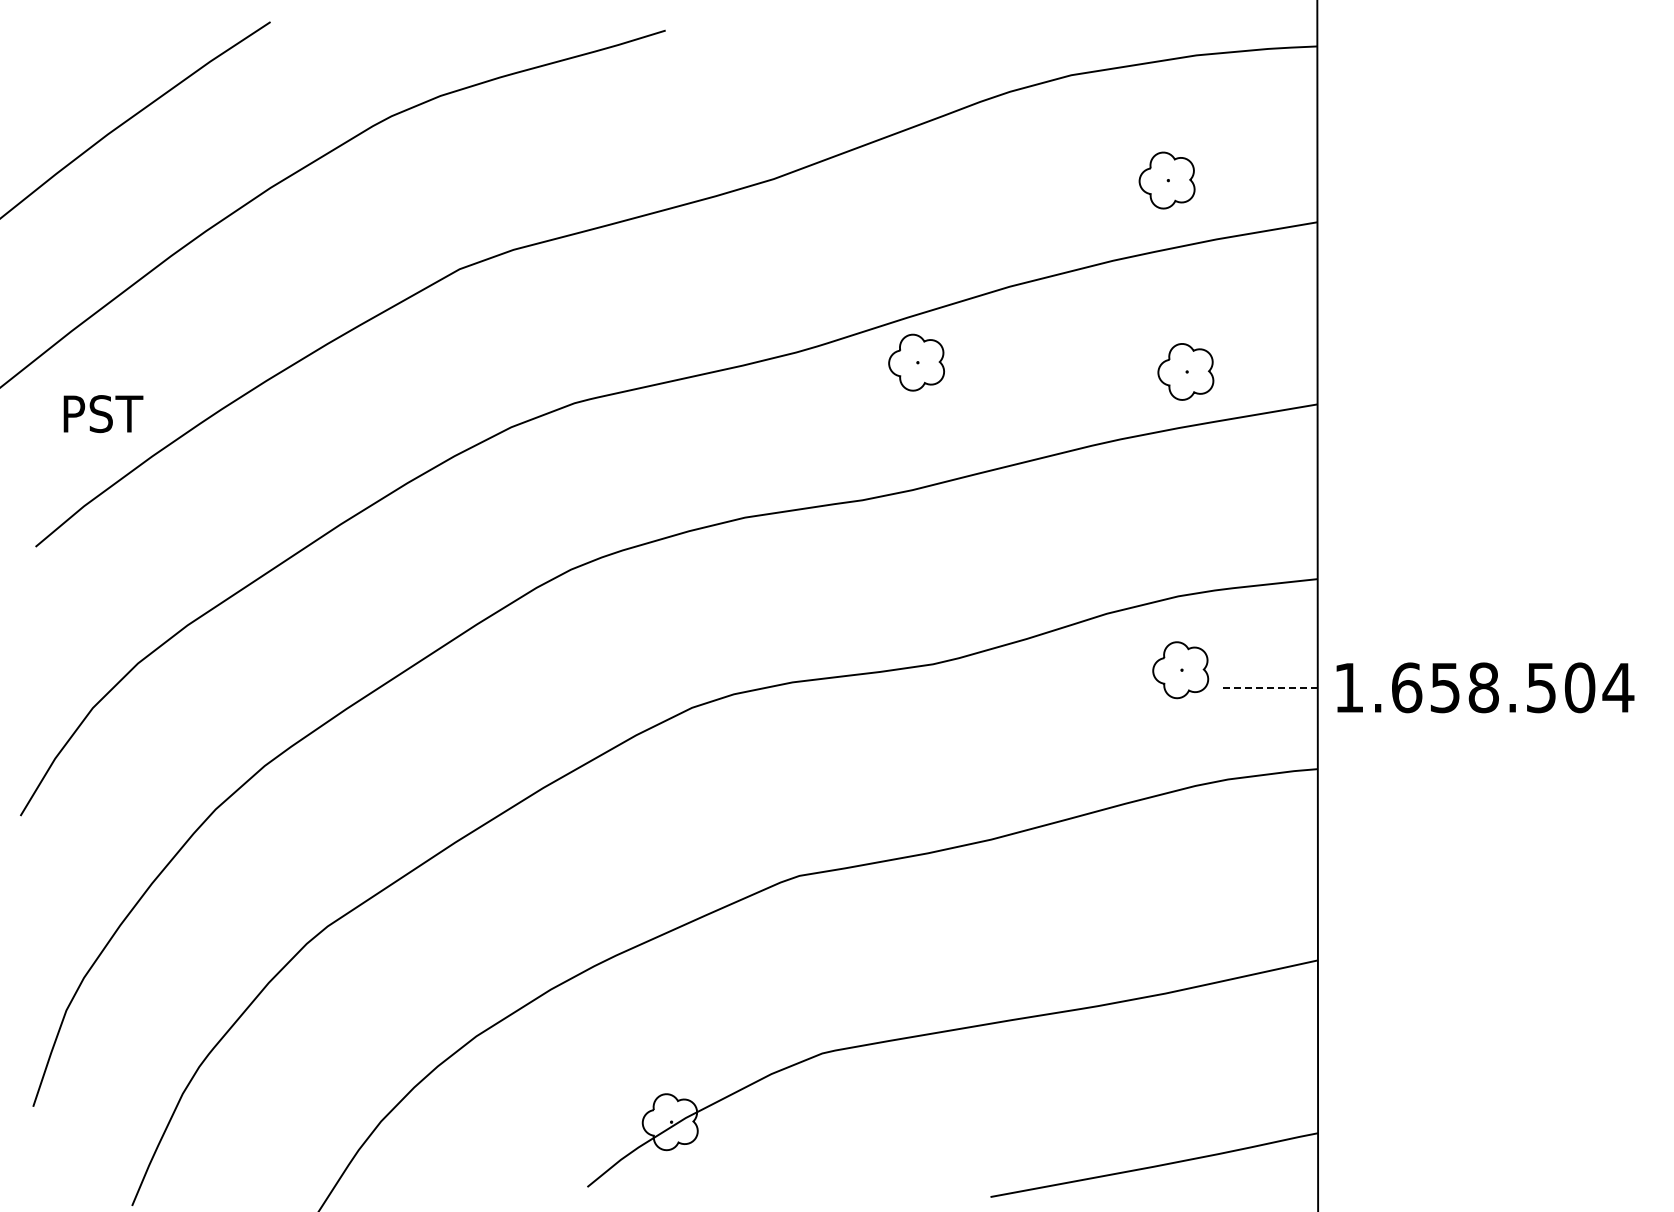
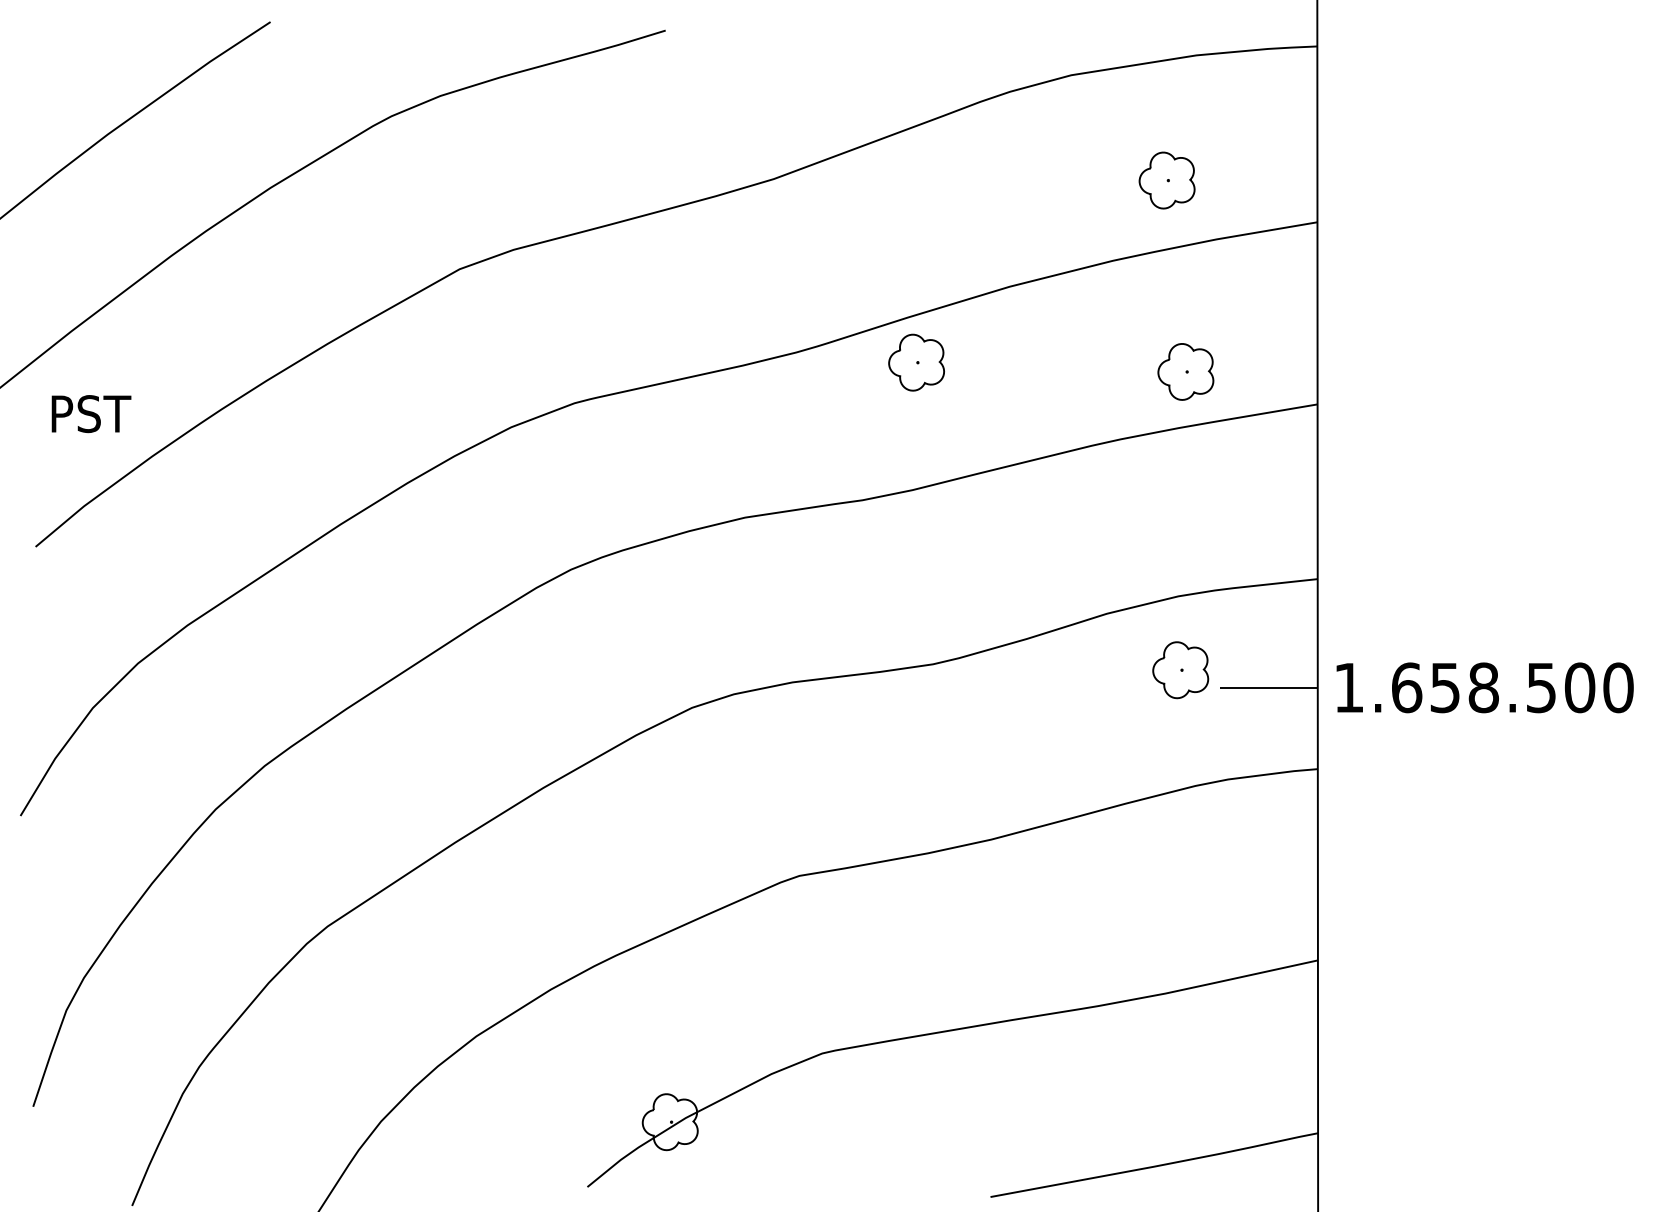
text at (103, 414) position: (103, 414) -> (91, 414)
line at (1268, 687): dashed -> solid
text at (1618, 687): 1.658.504 -> 1.658.500
